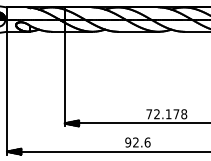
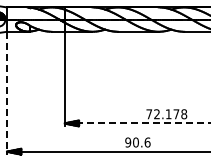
line at (7, 93): solid -> dashed
line at (137, 123): solid -> dashed
text at (135, 142): 92.6 -> 90.6
